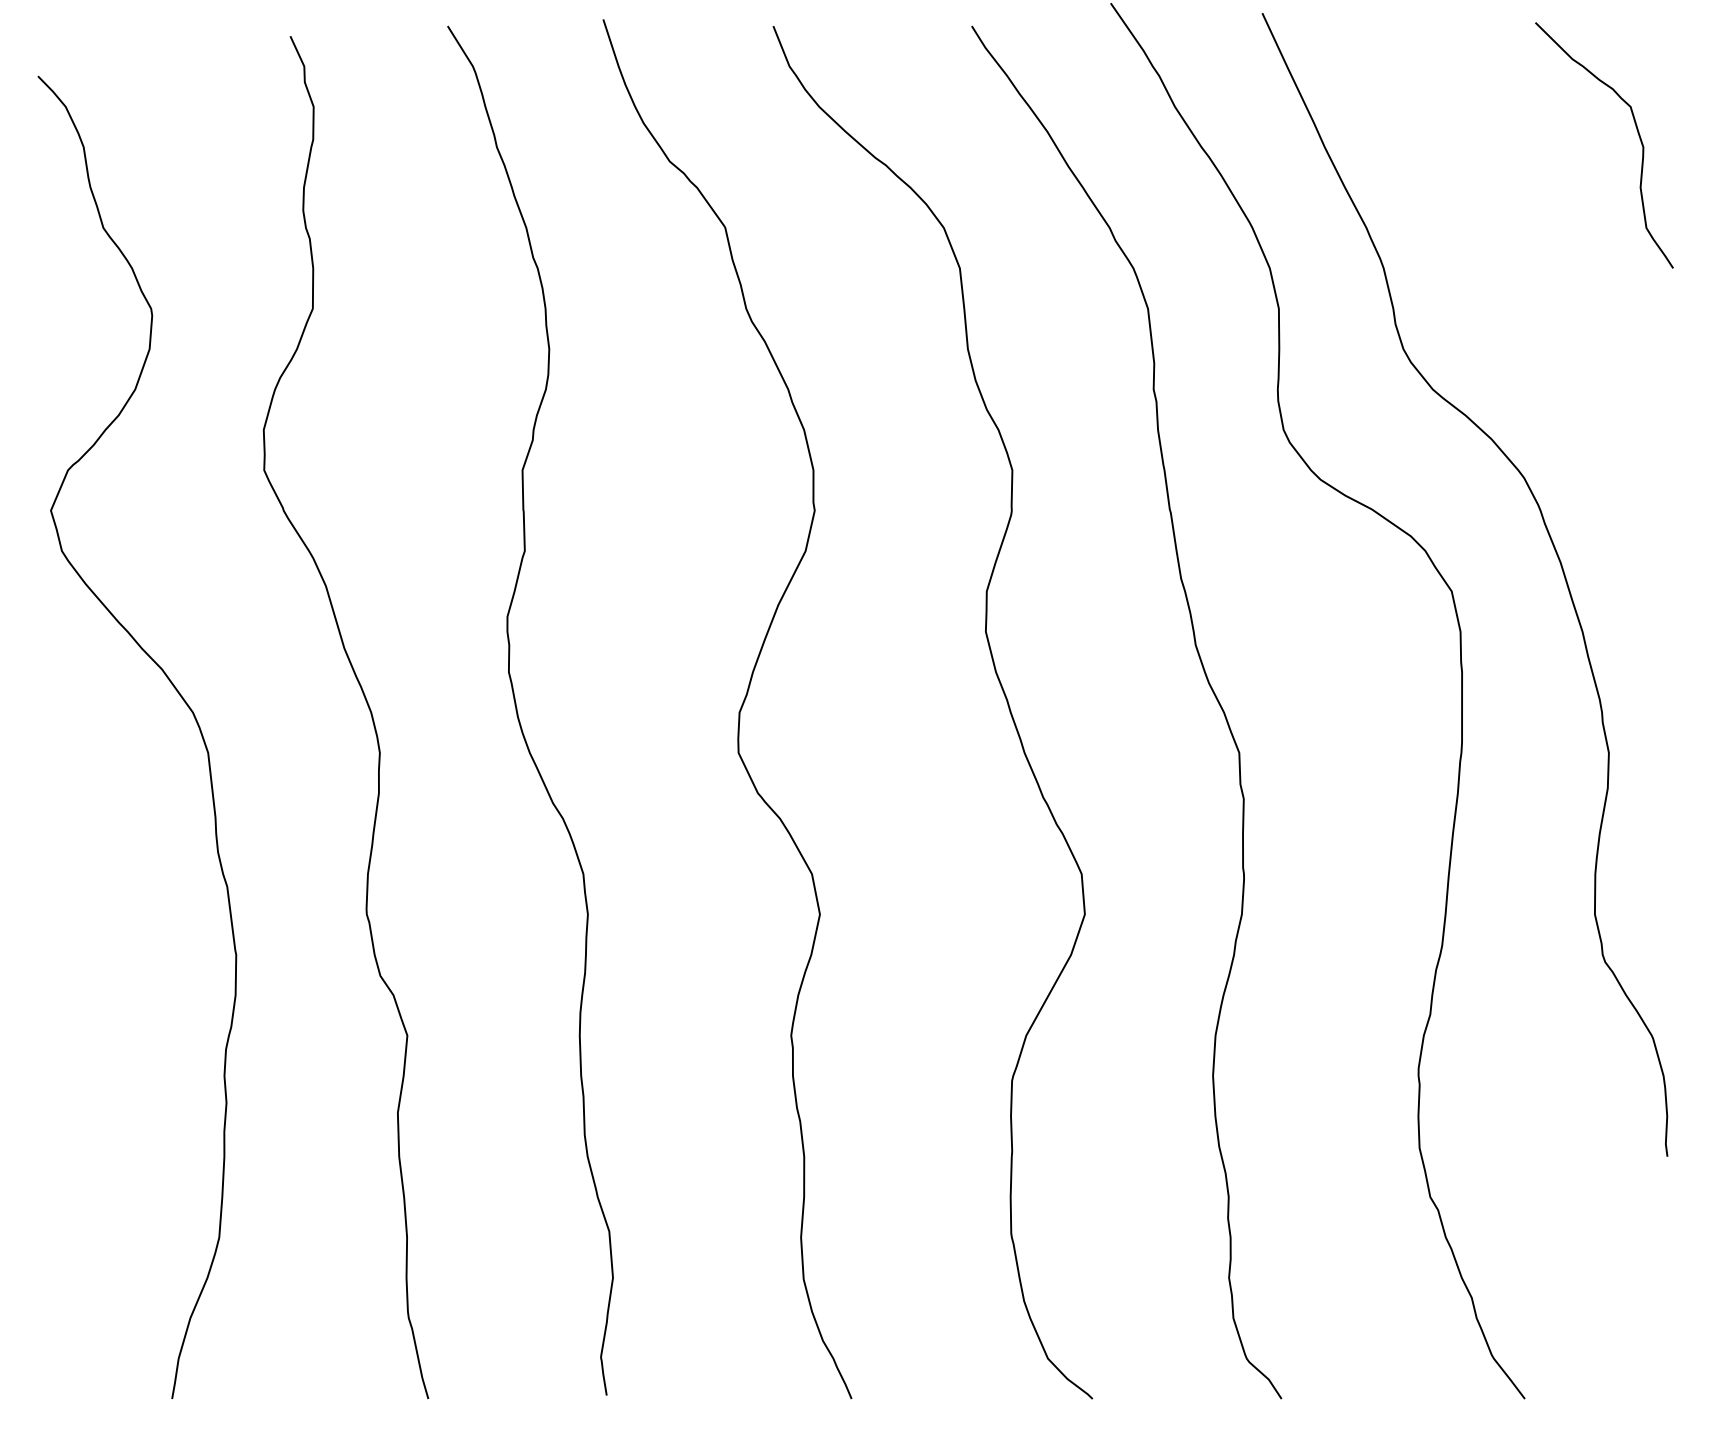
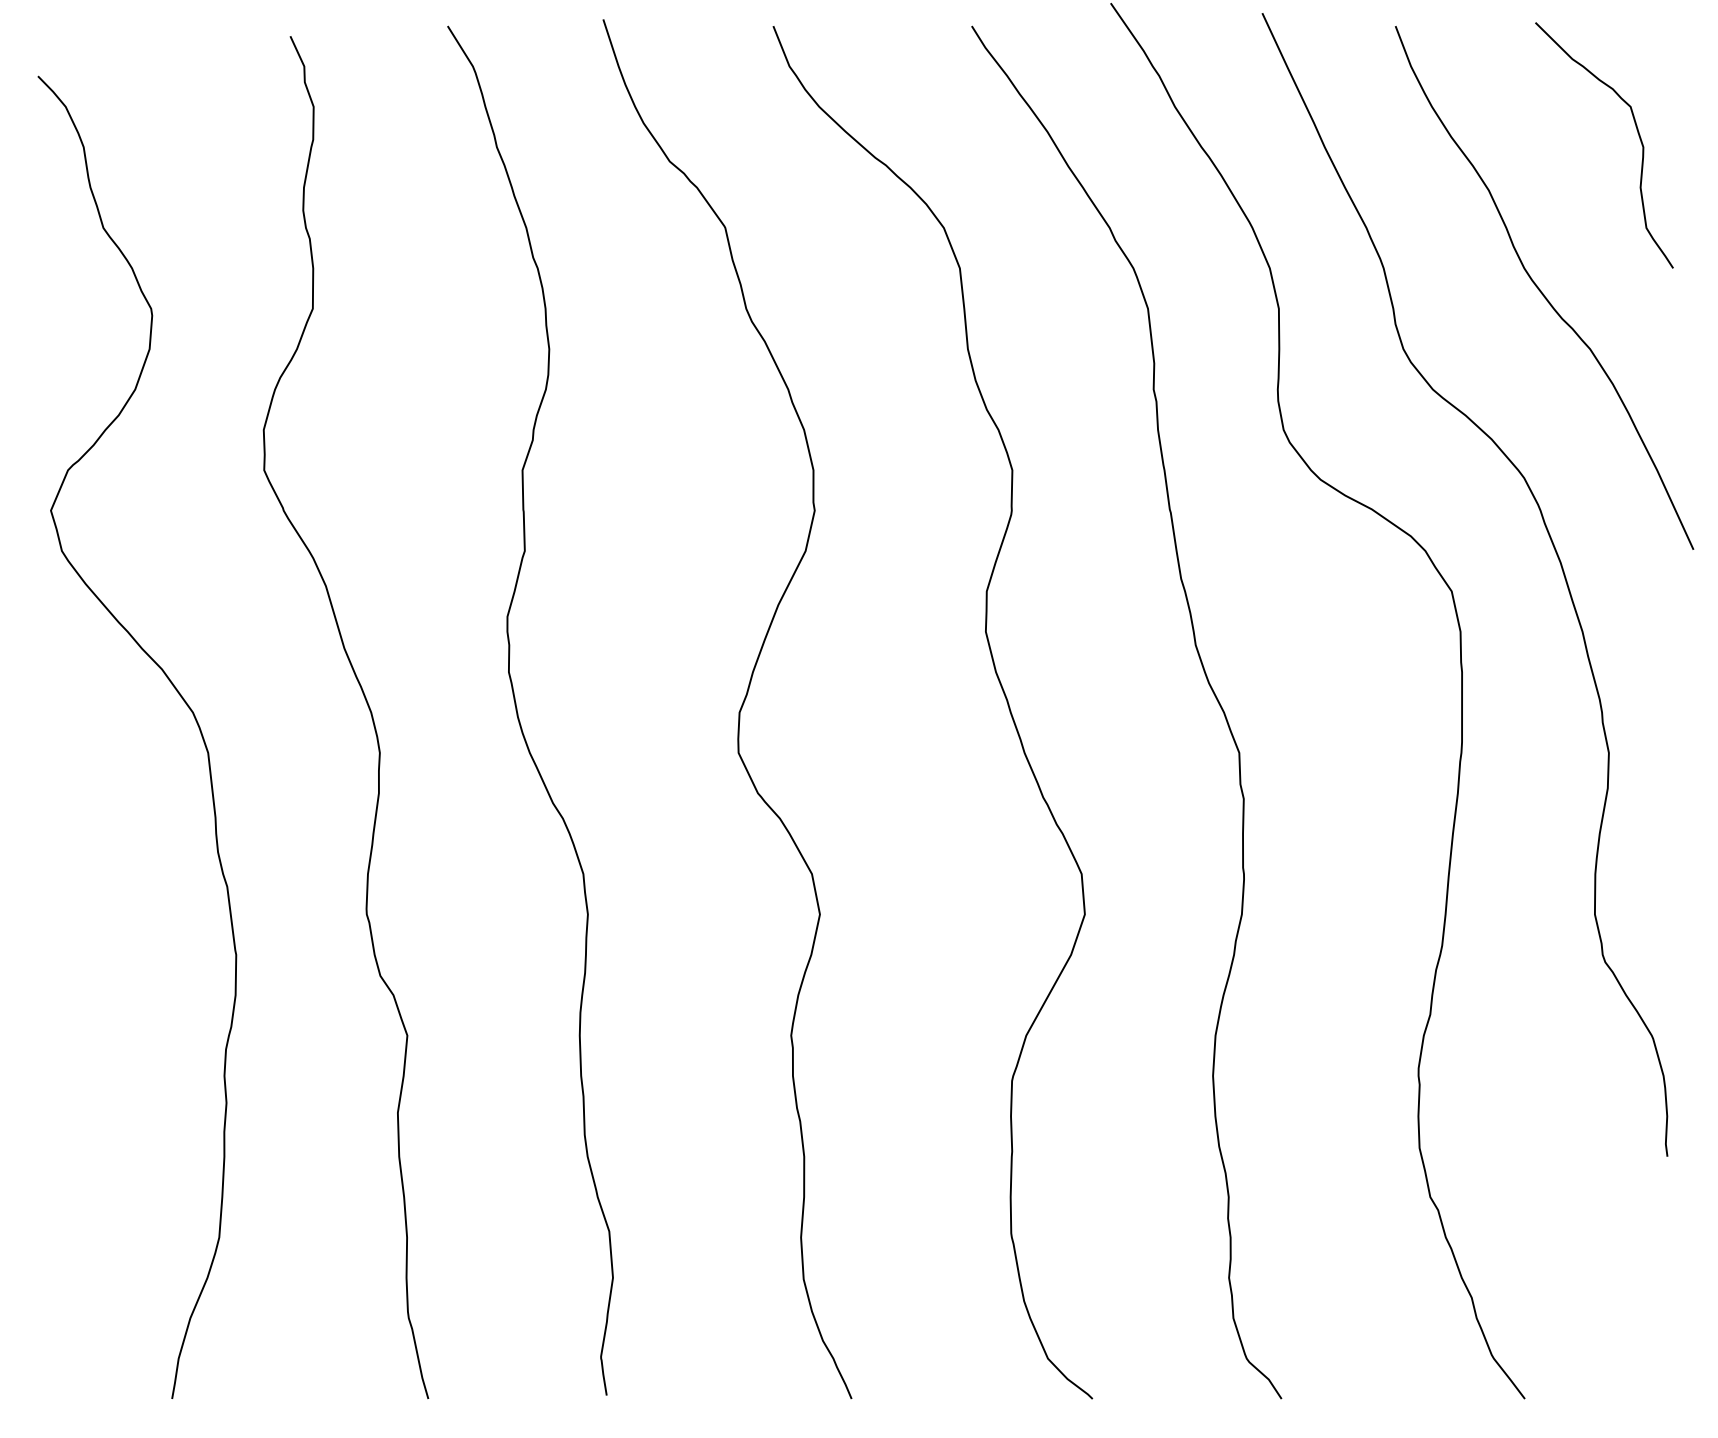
curve at (1541, 290): none -> present
